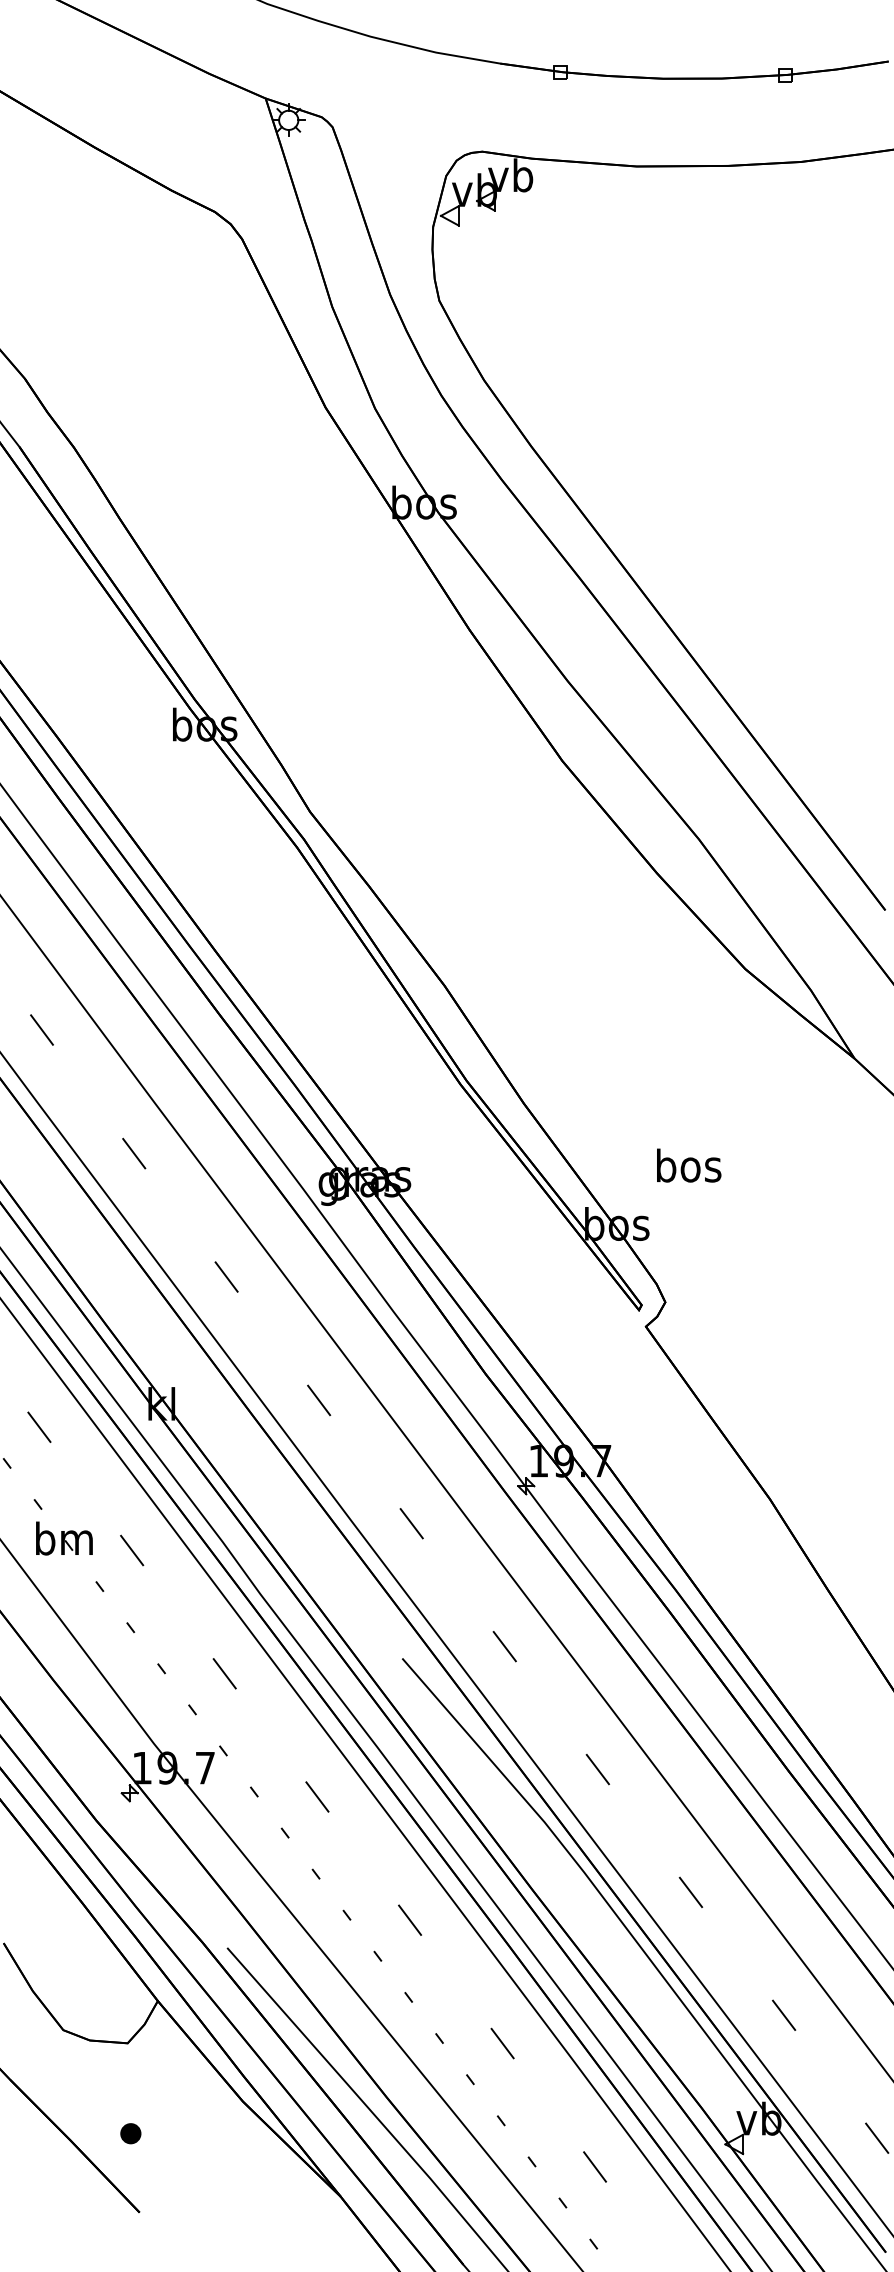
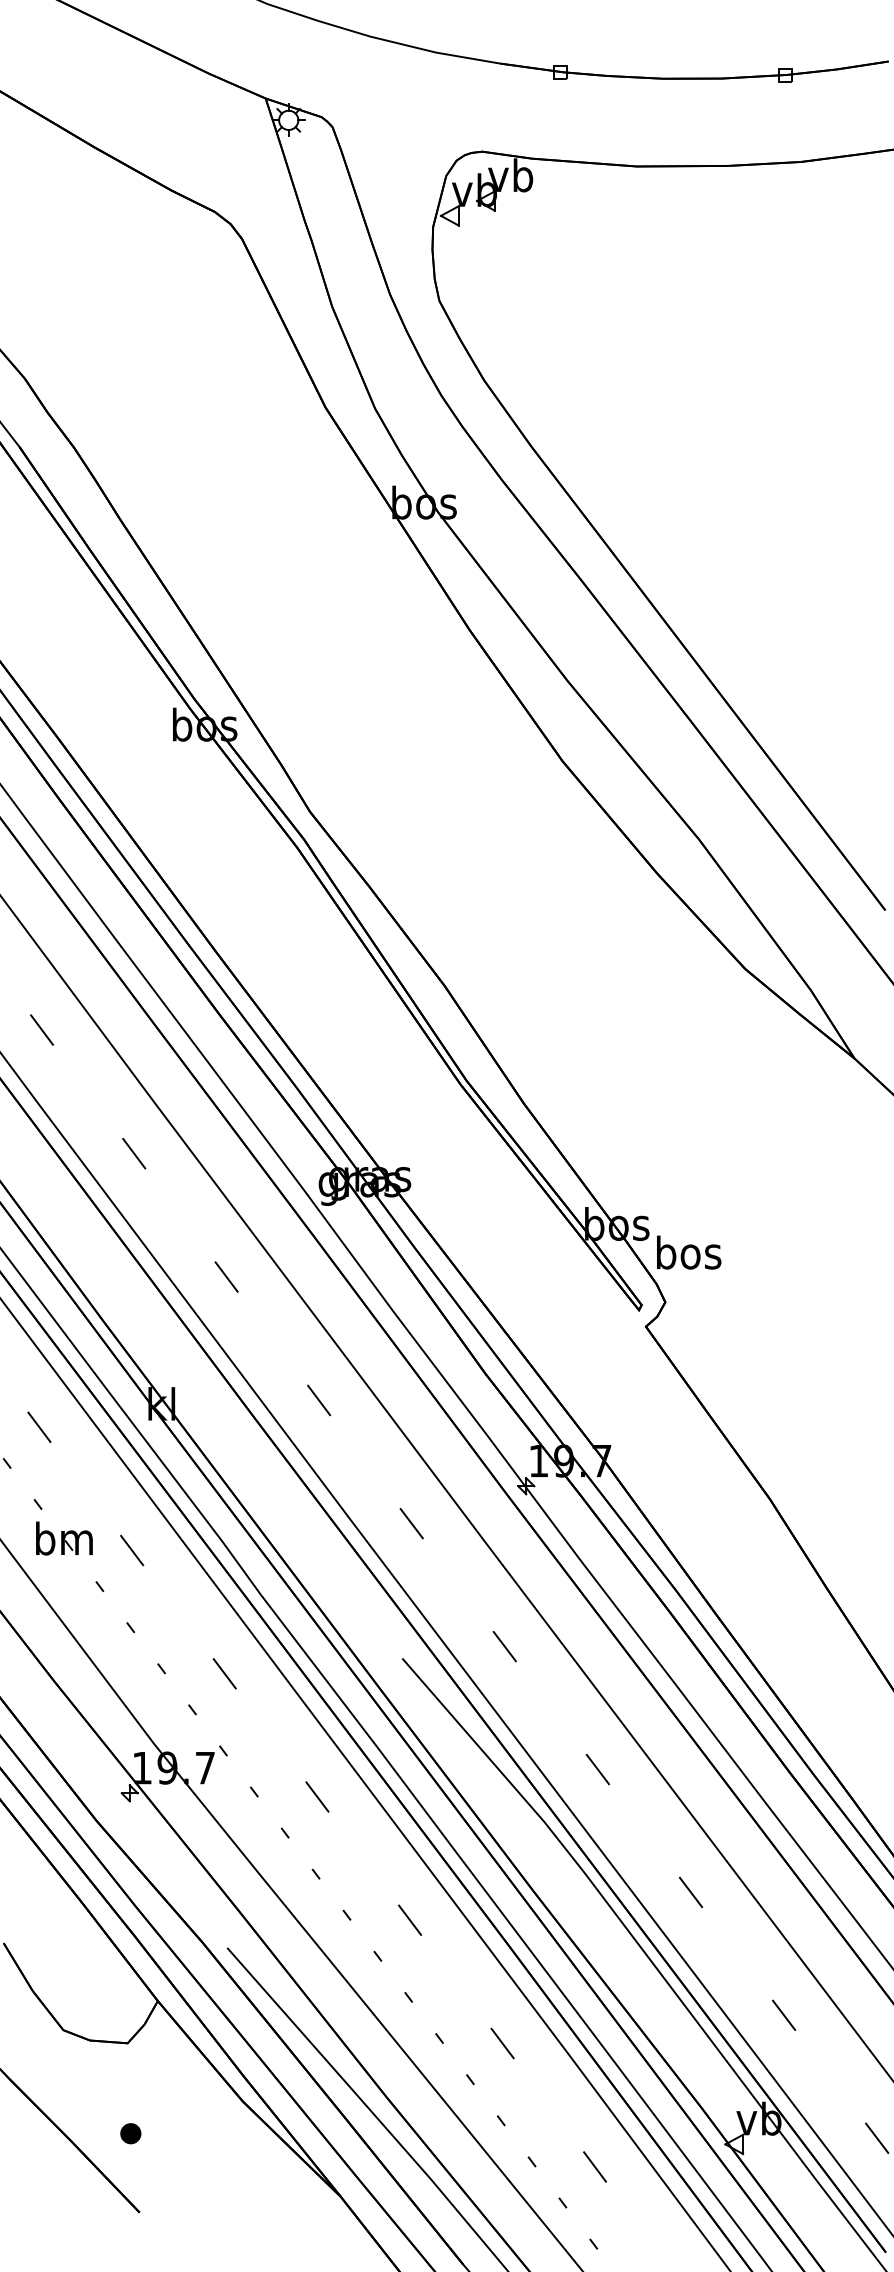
text at (689, 1165) position: (689, 1165) -> (689, 1252)
